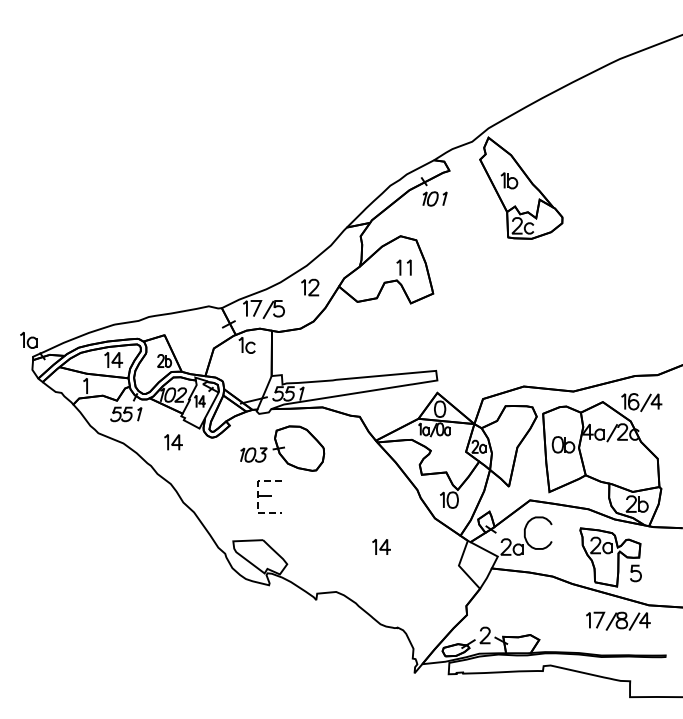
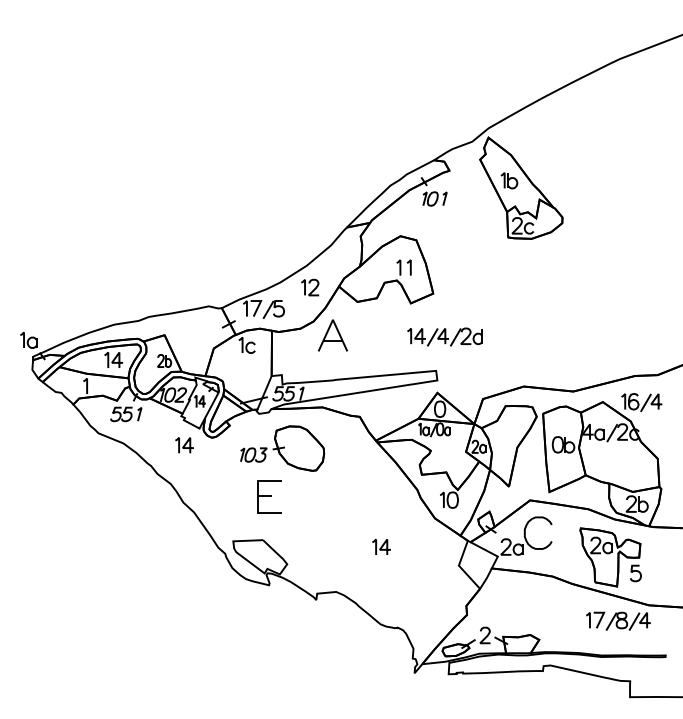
part at (332, 335): none -> present
part at (444, 336): none -> present
part at (173, 442) position: (173, 442) -> (184, 445)
line at (258, 497): dashed -> solid
